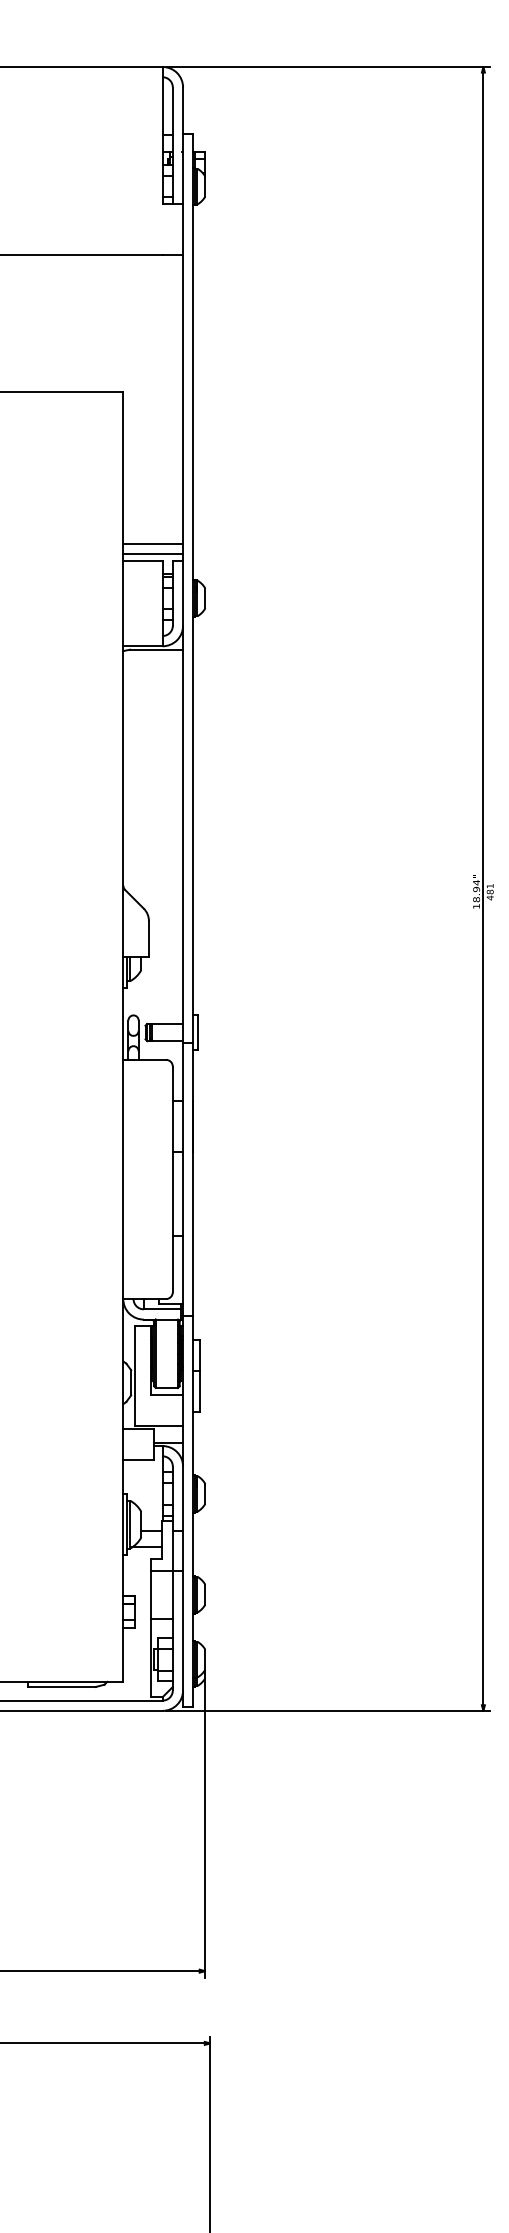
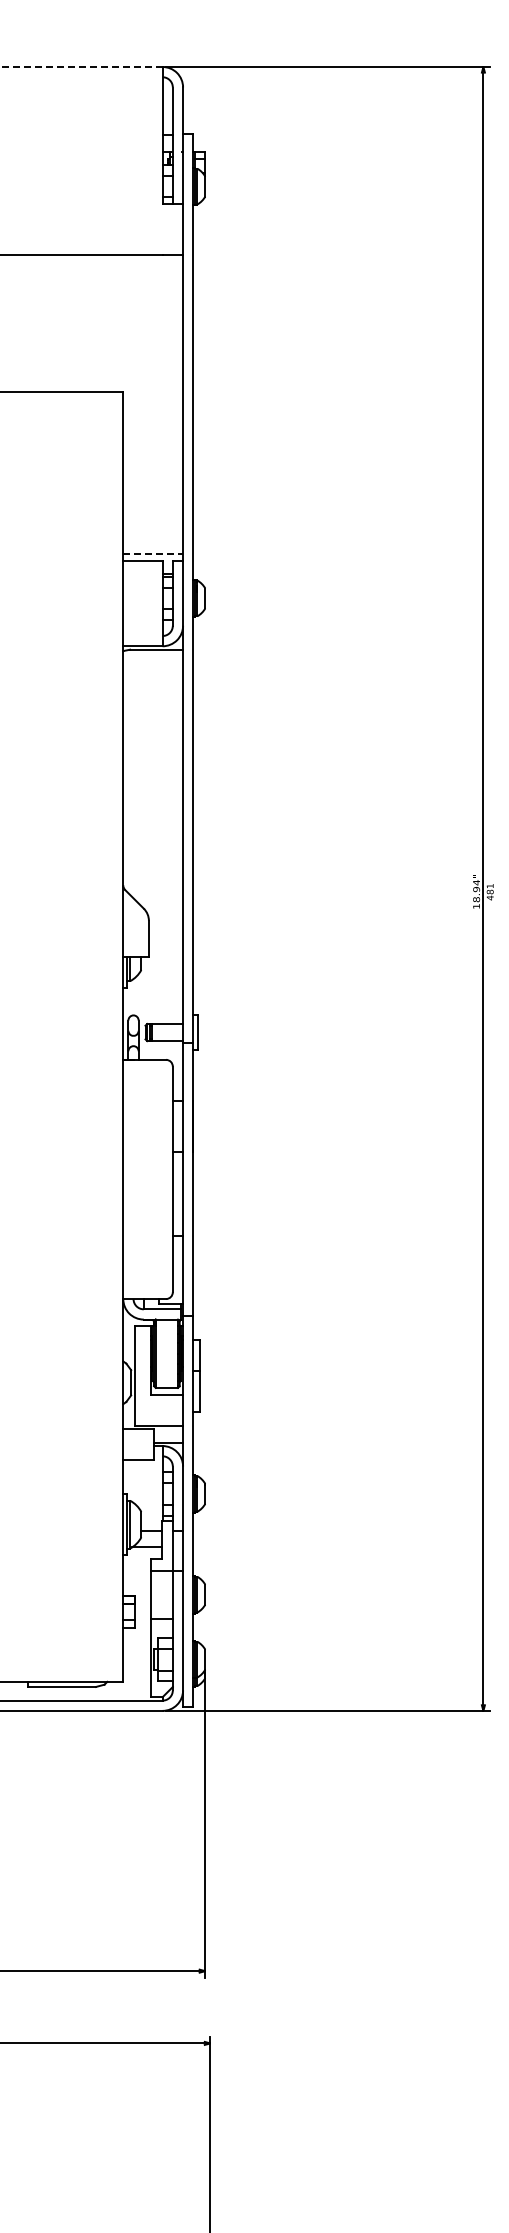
line at (81, 66): solid -> dashed
line at (153, 544): present -> none
line at (153, 554): solid -> dashed
